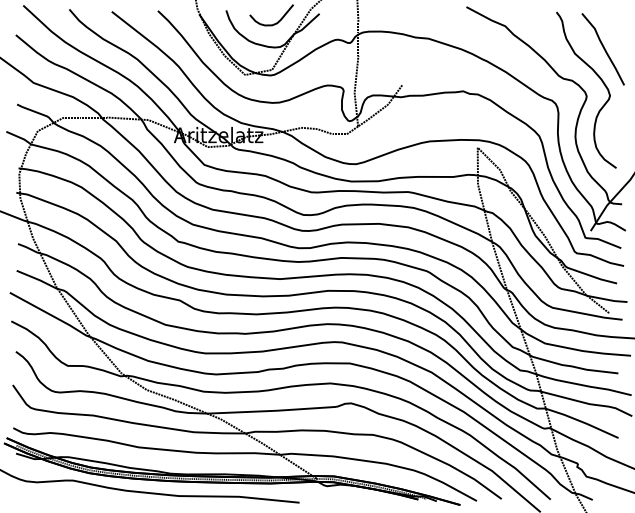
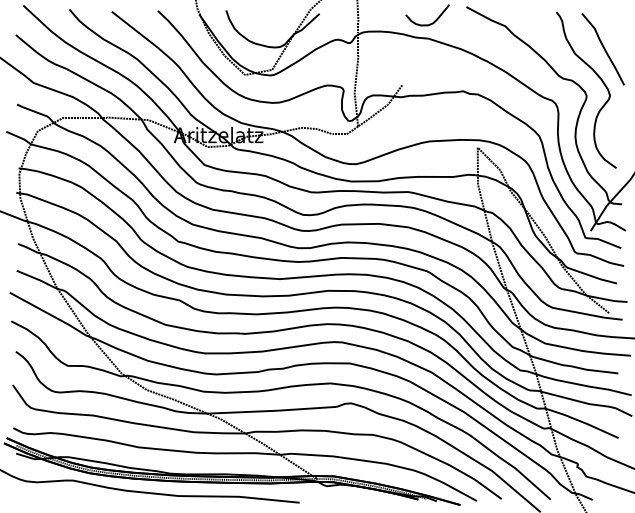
curve at (273, 23) position: (273, 23) -> (429, 23)
